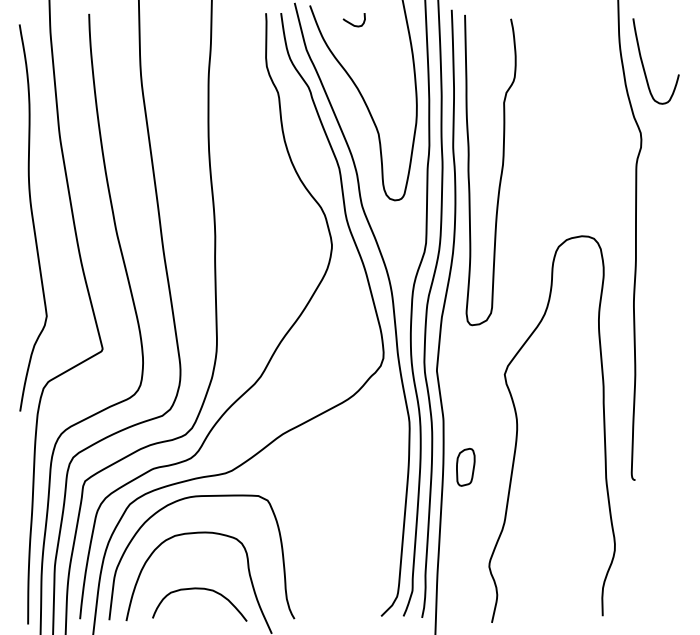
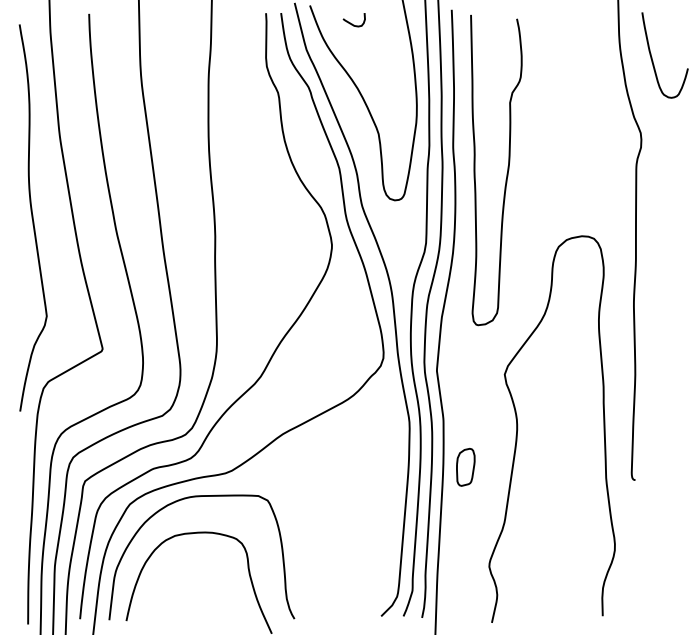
curve at (644, 66) position: (644, 66) -> (653, 60)
curve at (500, 173) position: (500, 173) -> (506, 173)
curve at (199, 589): present -> none
